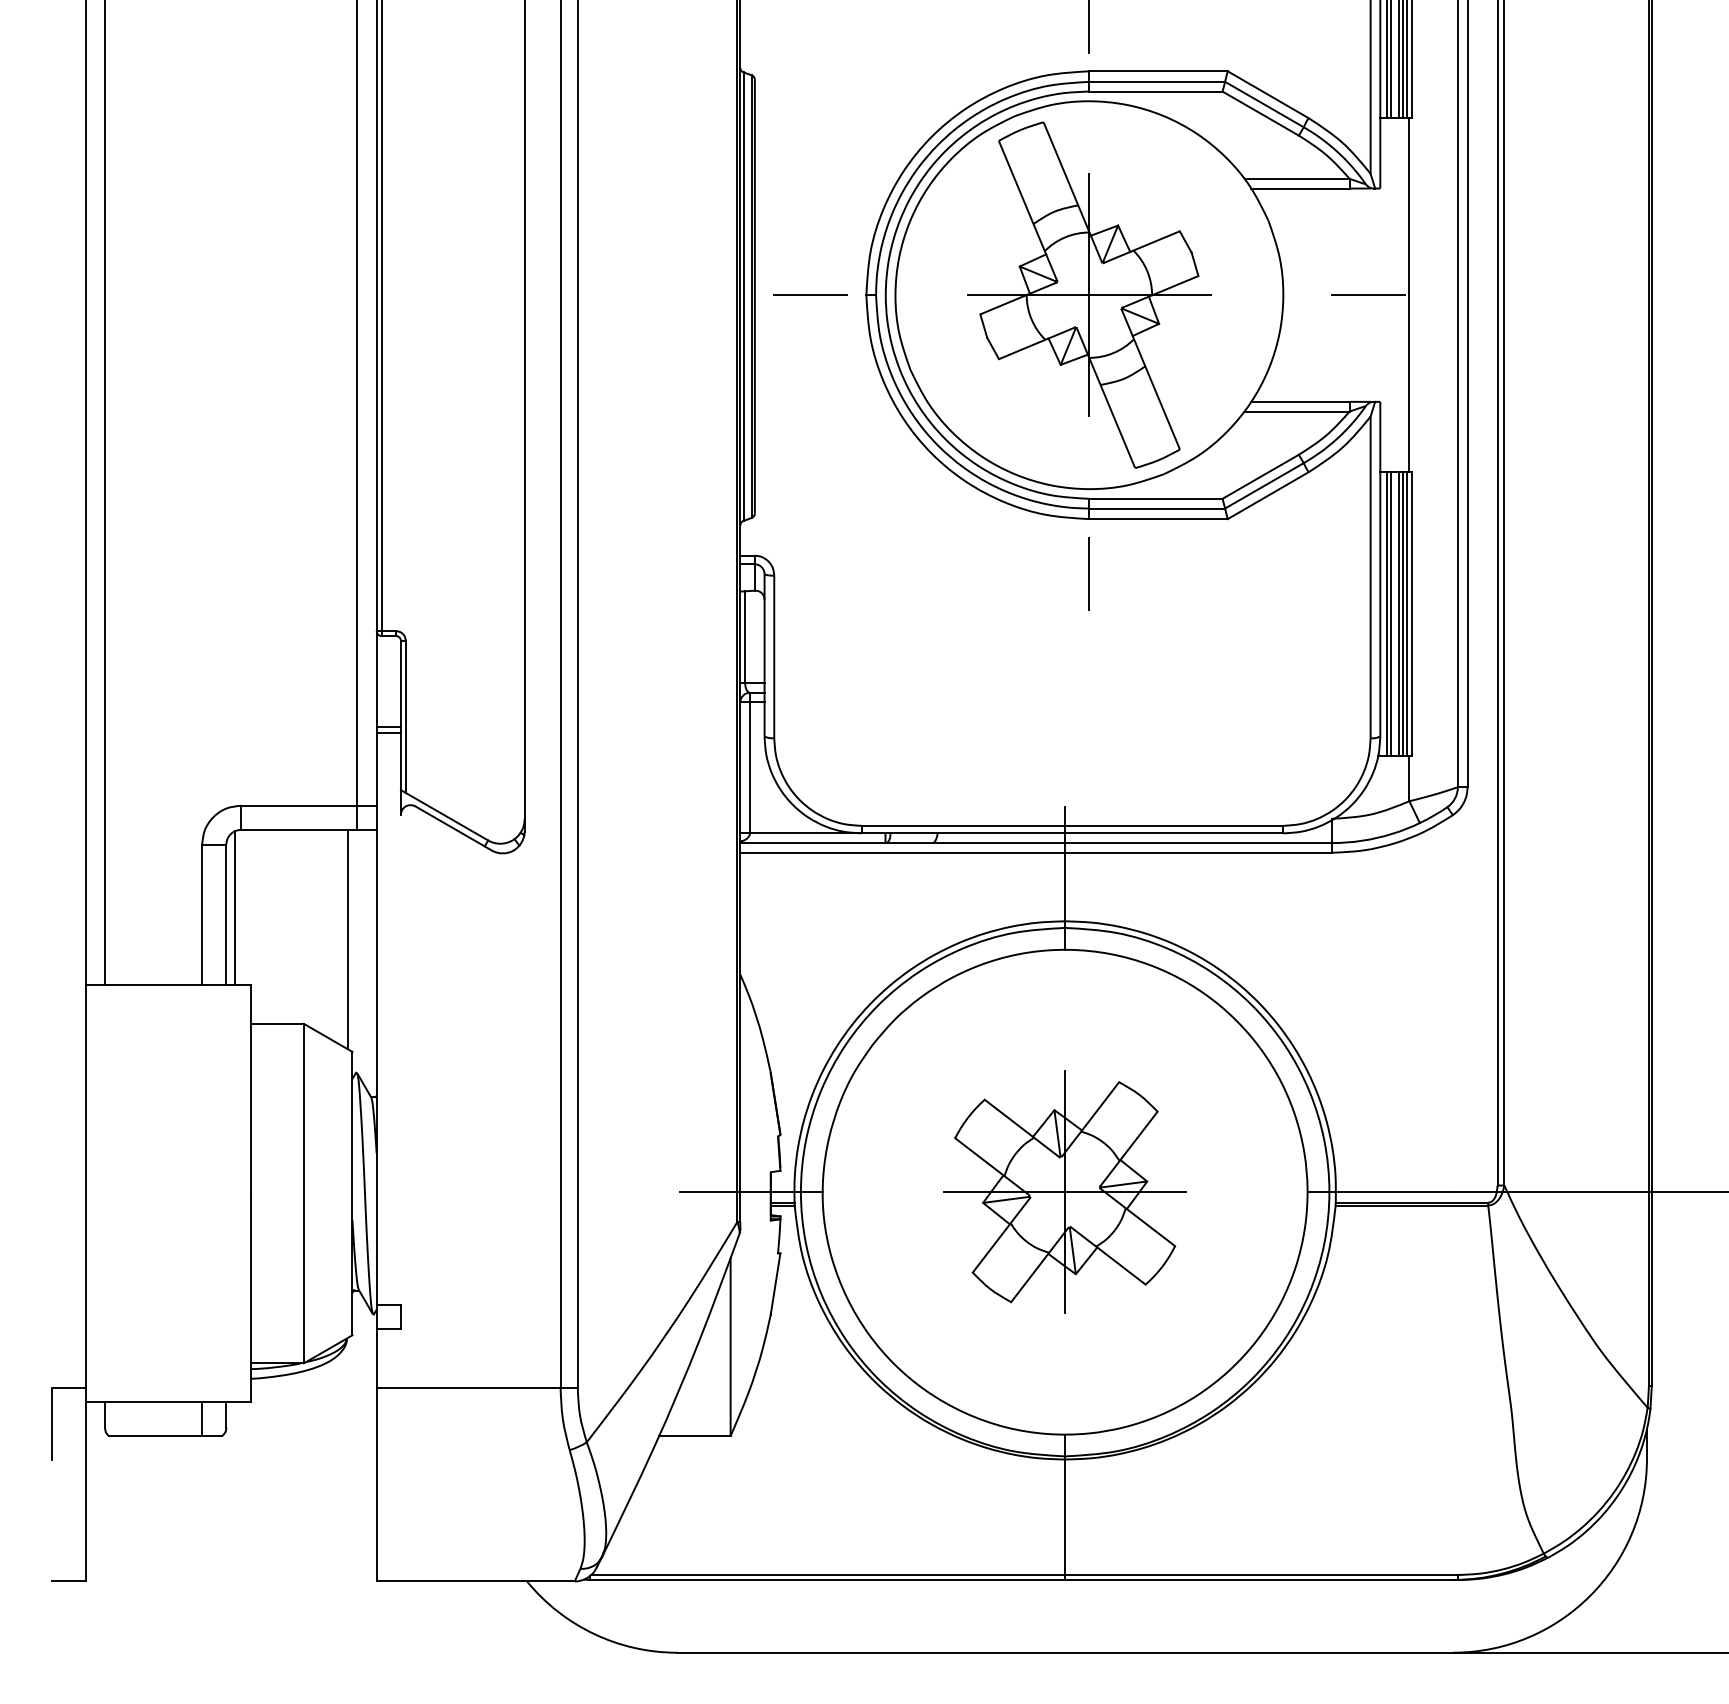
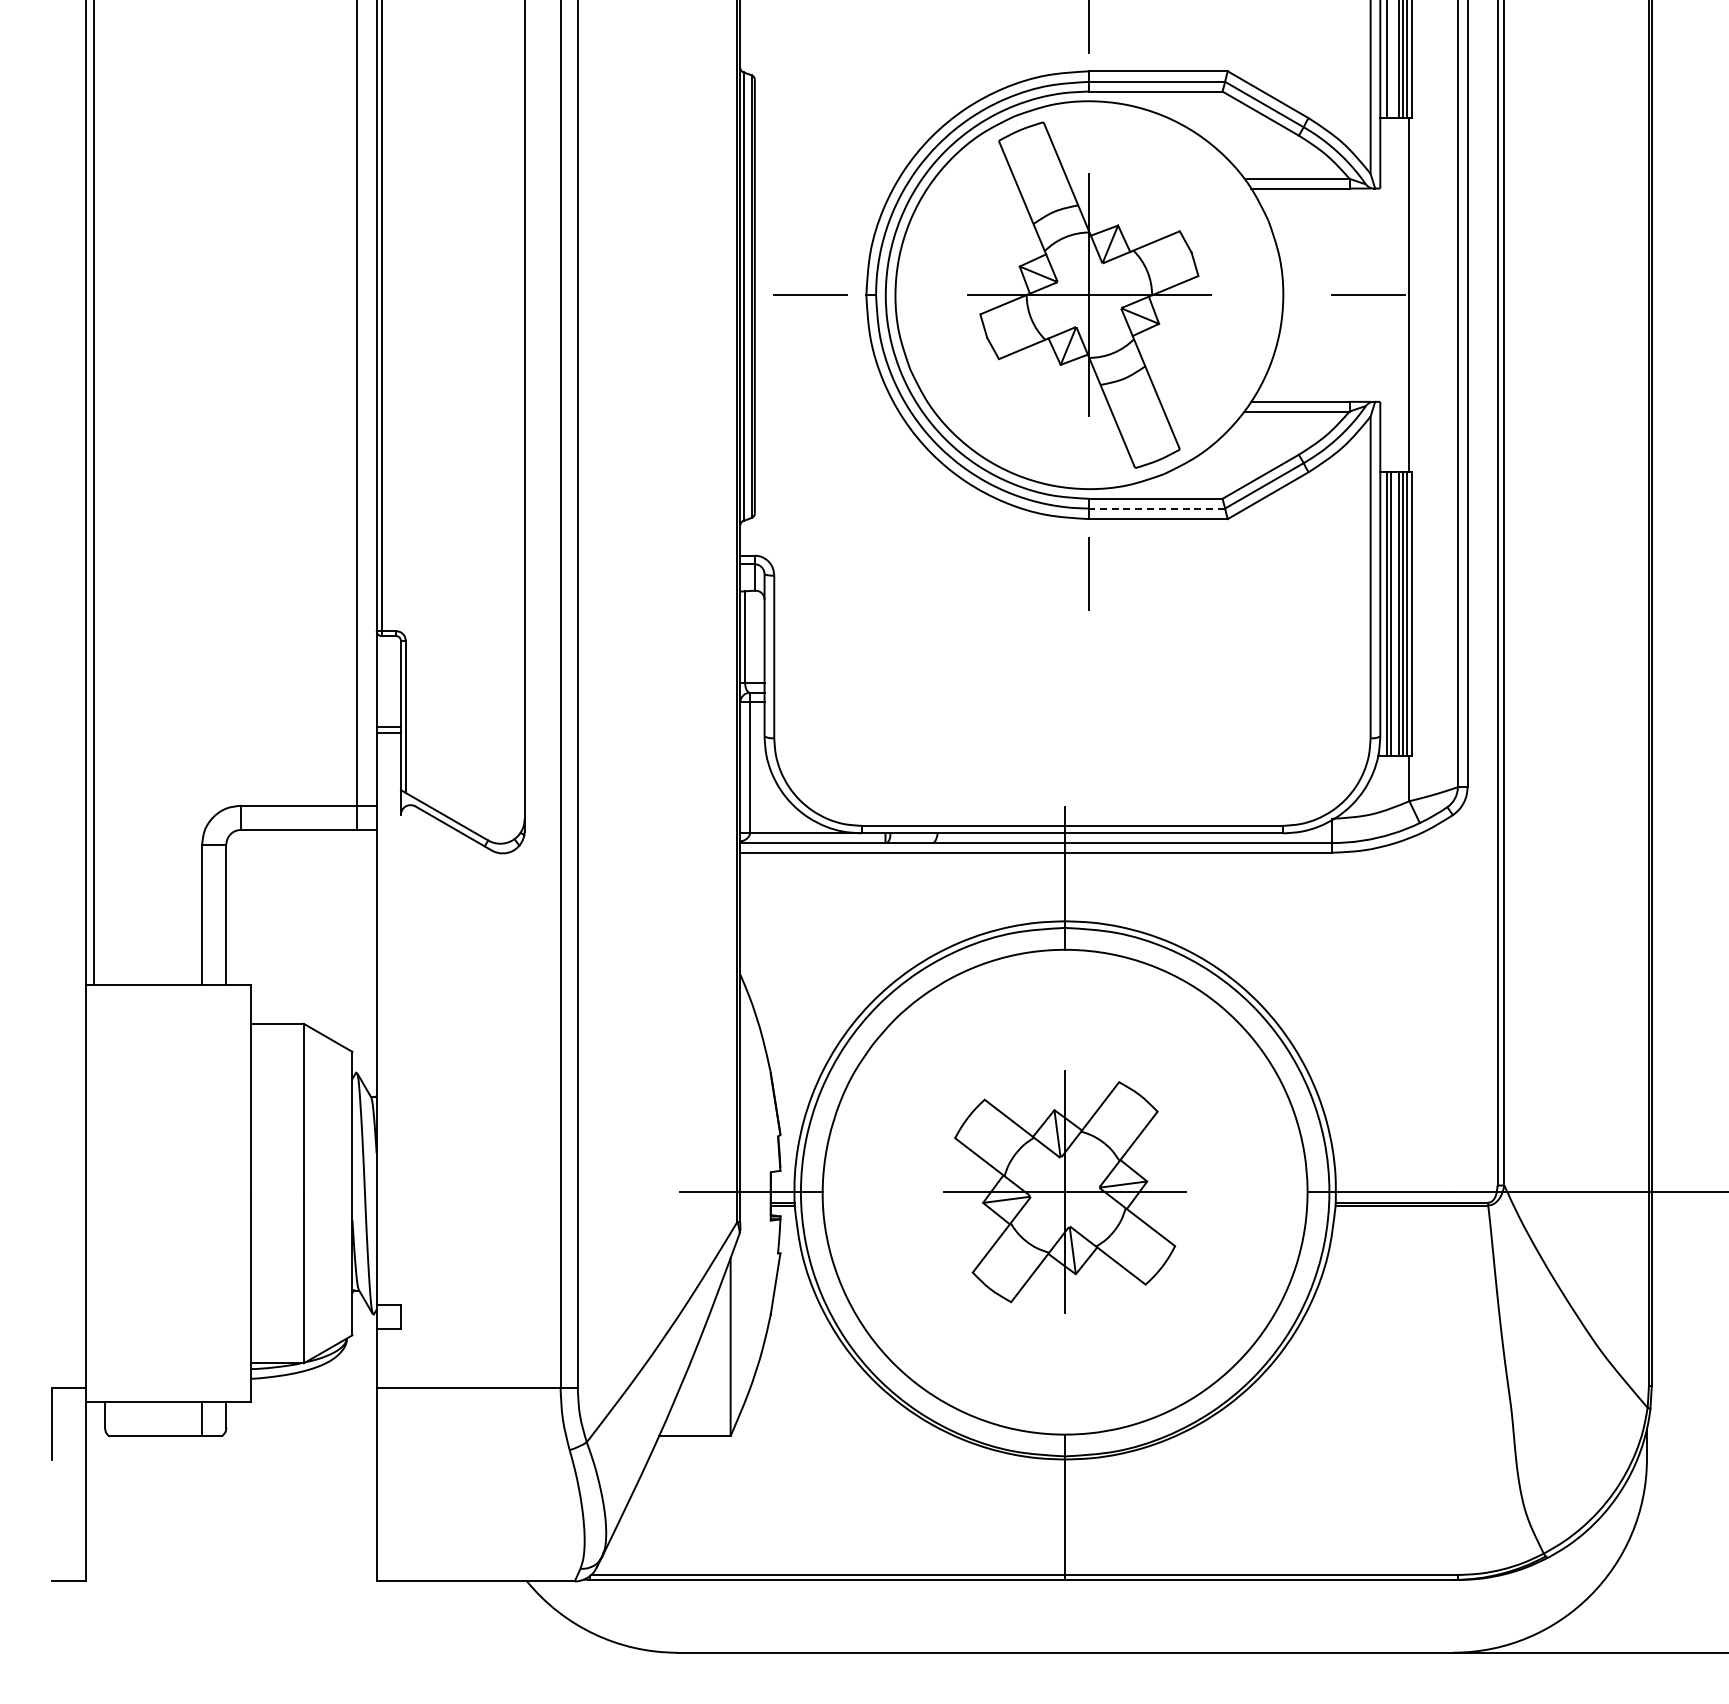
line at (1390, 60): present -> none
line at (105, 493) position: (105, 493) -> (94, 493)
line at (1157, 508): solid -> dashed
line at (235, 908): present -> none
line at (347, 939): present -> none
